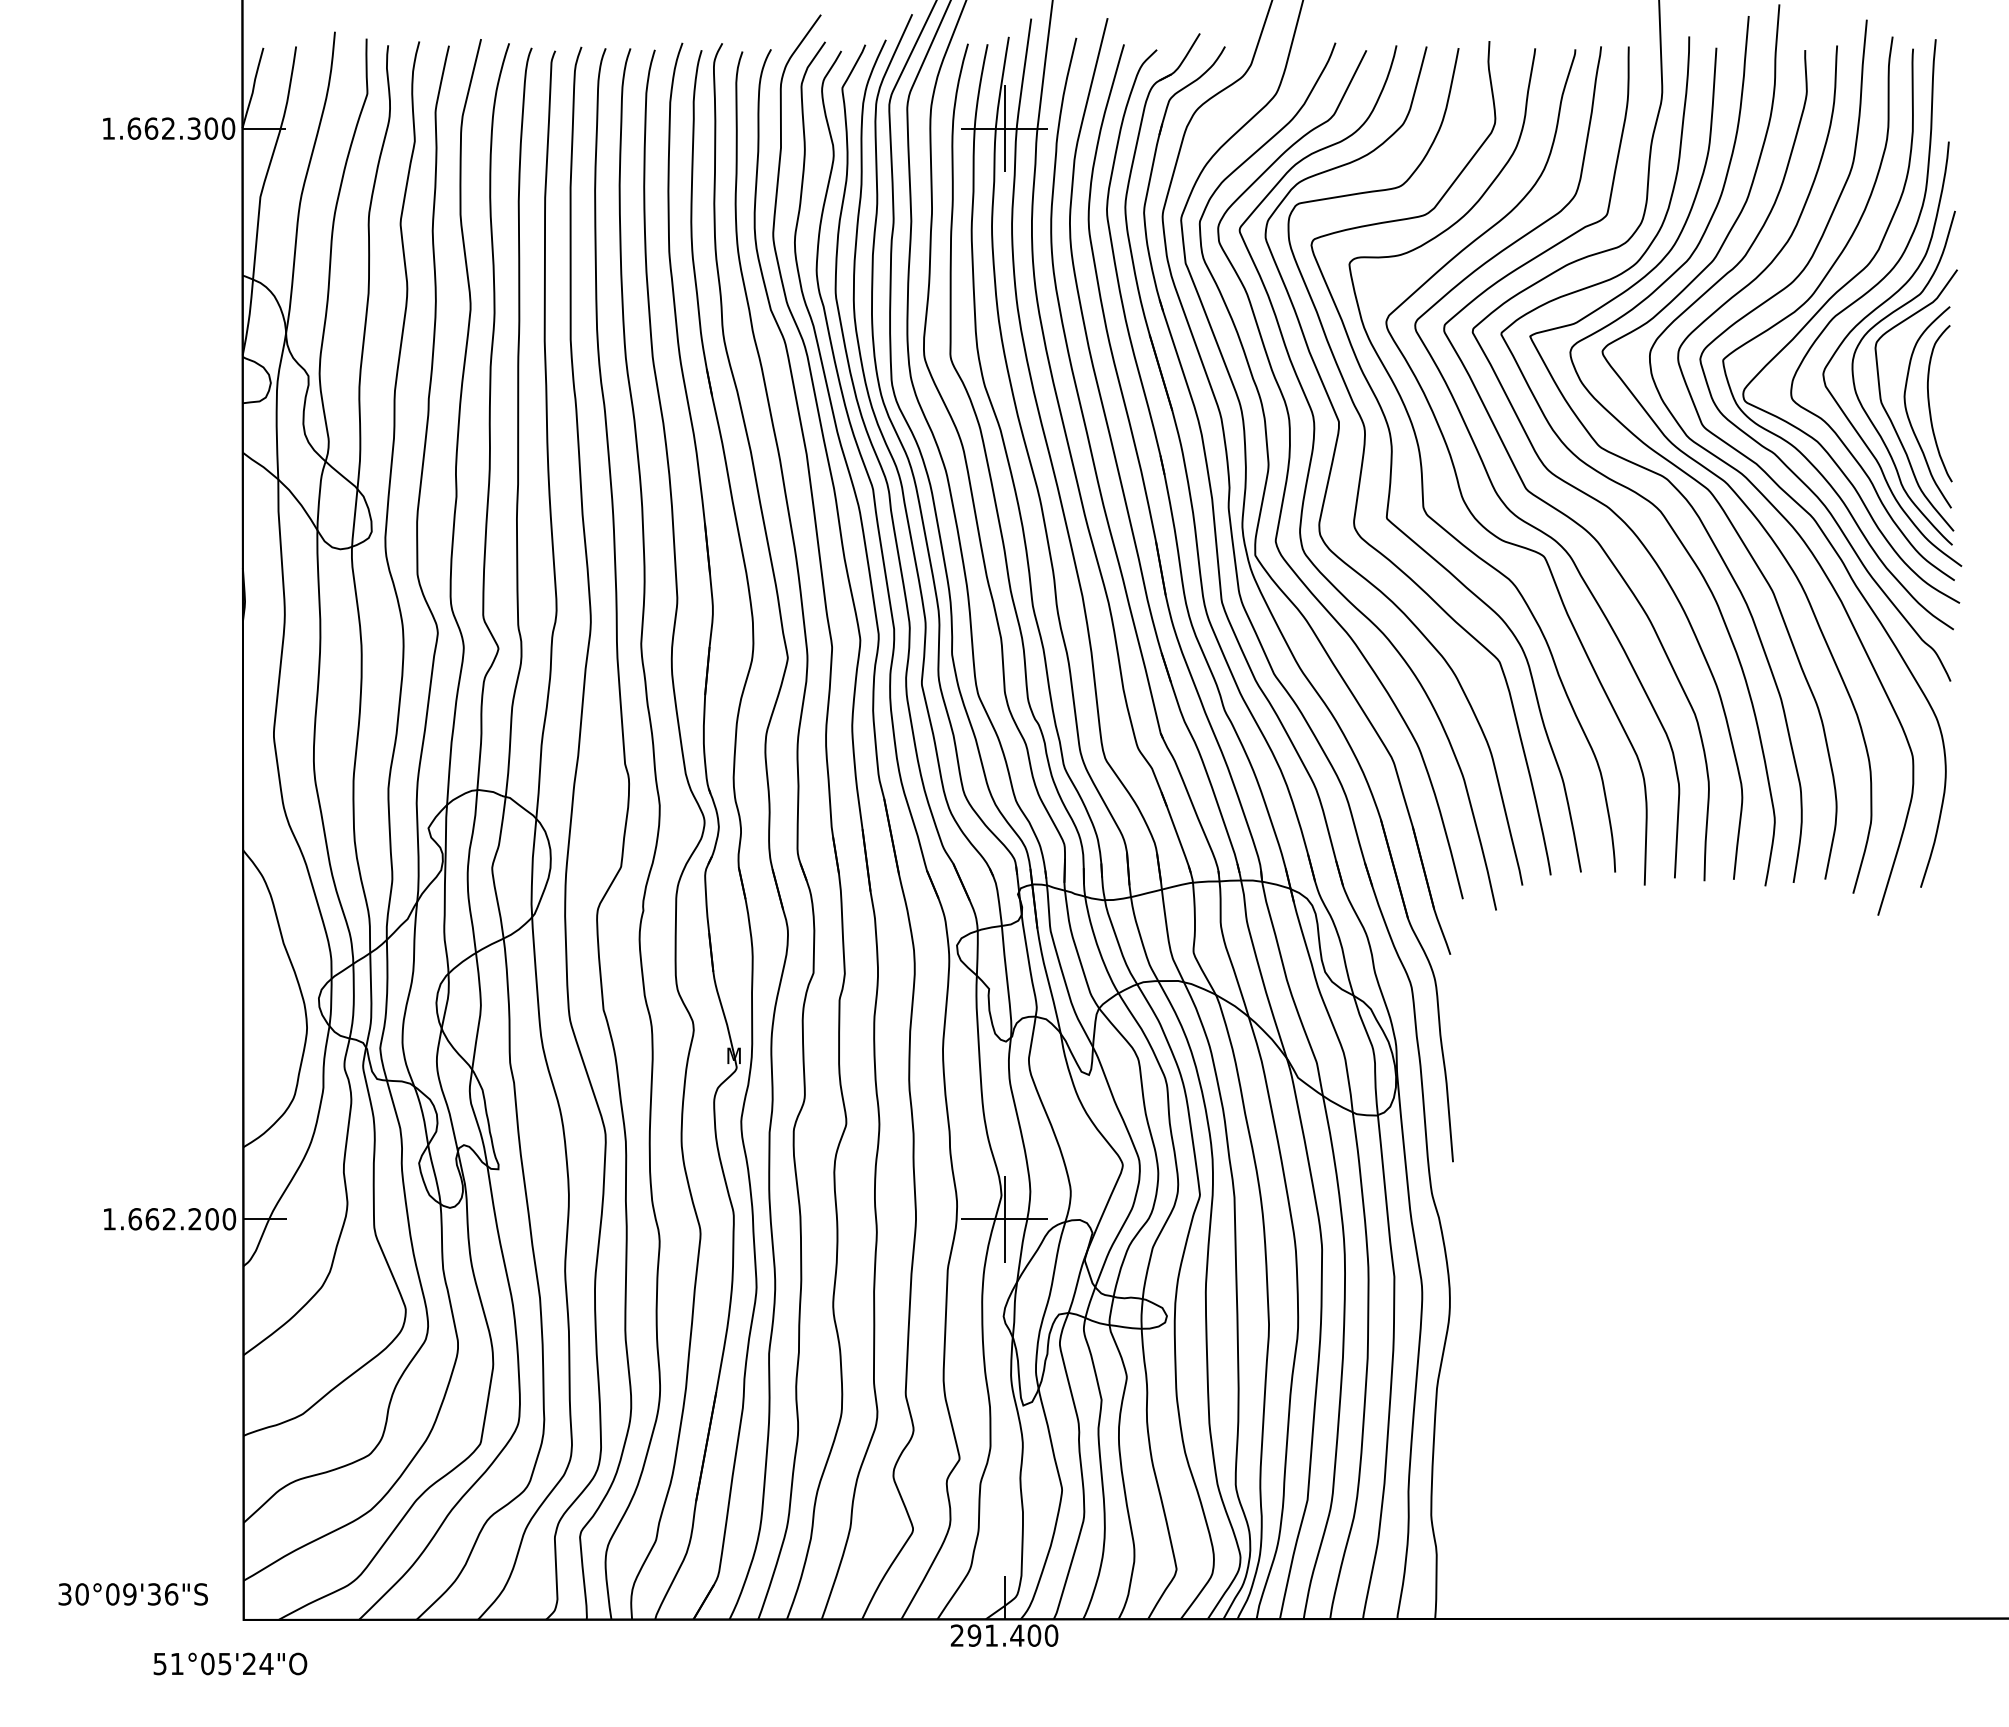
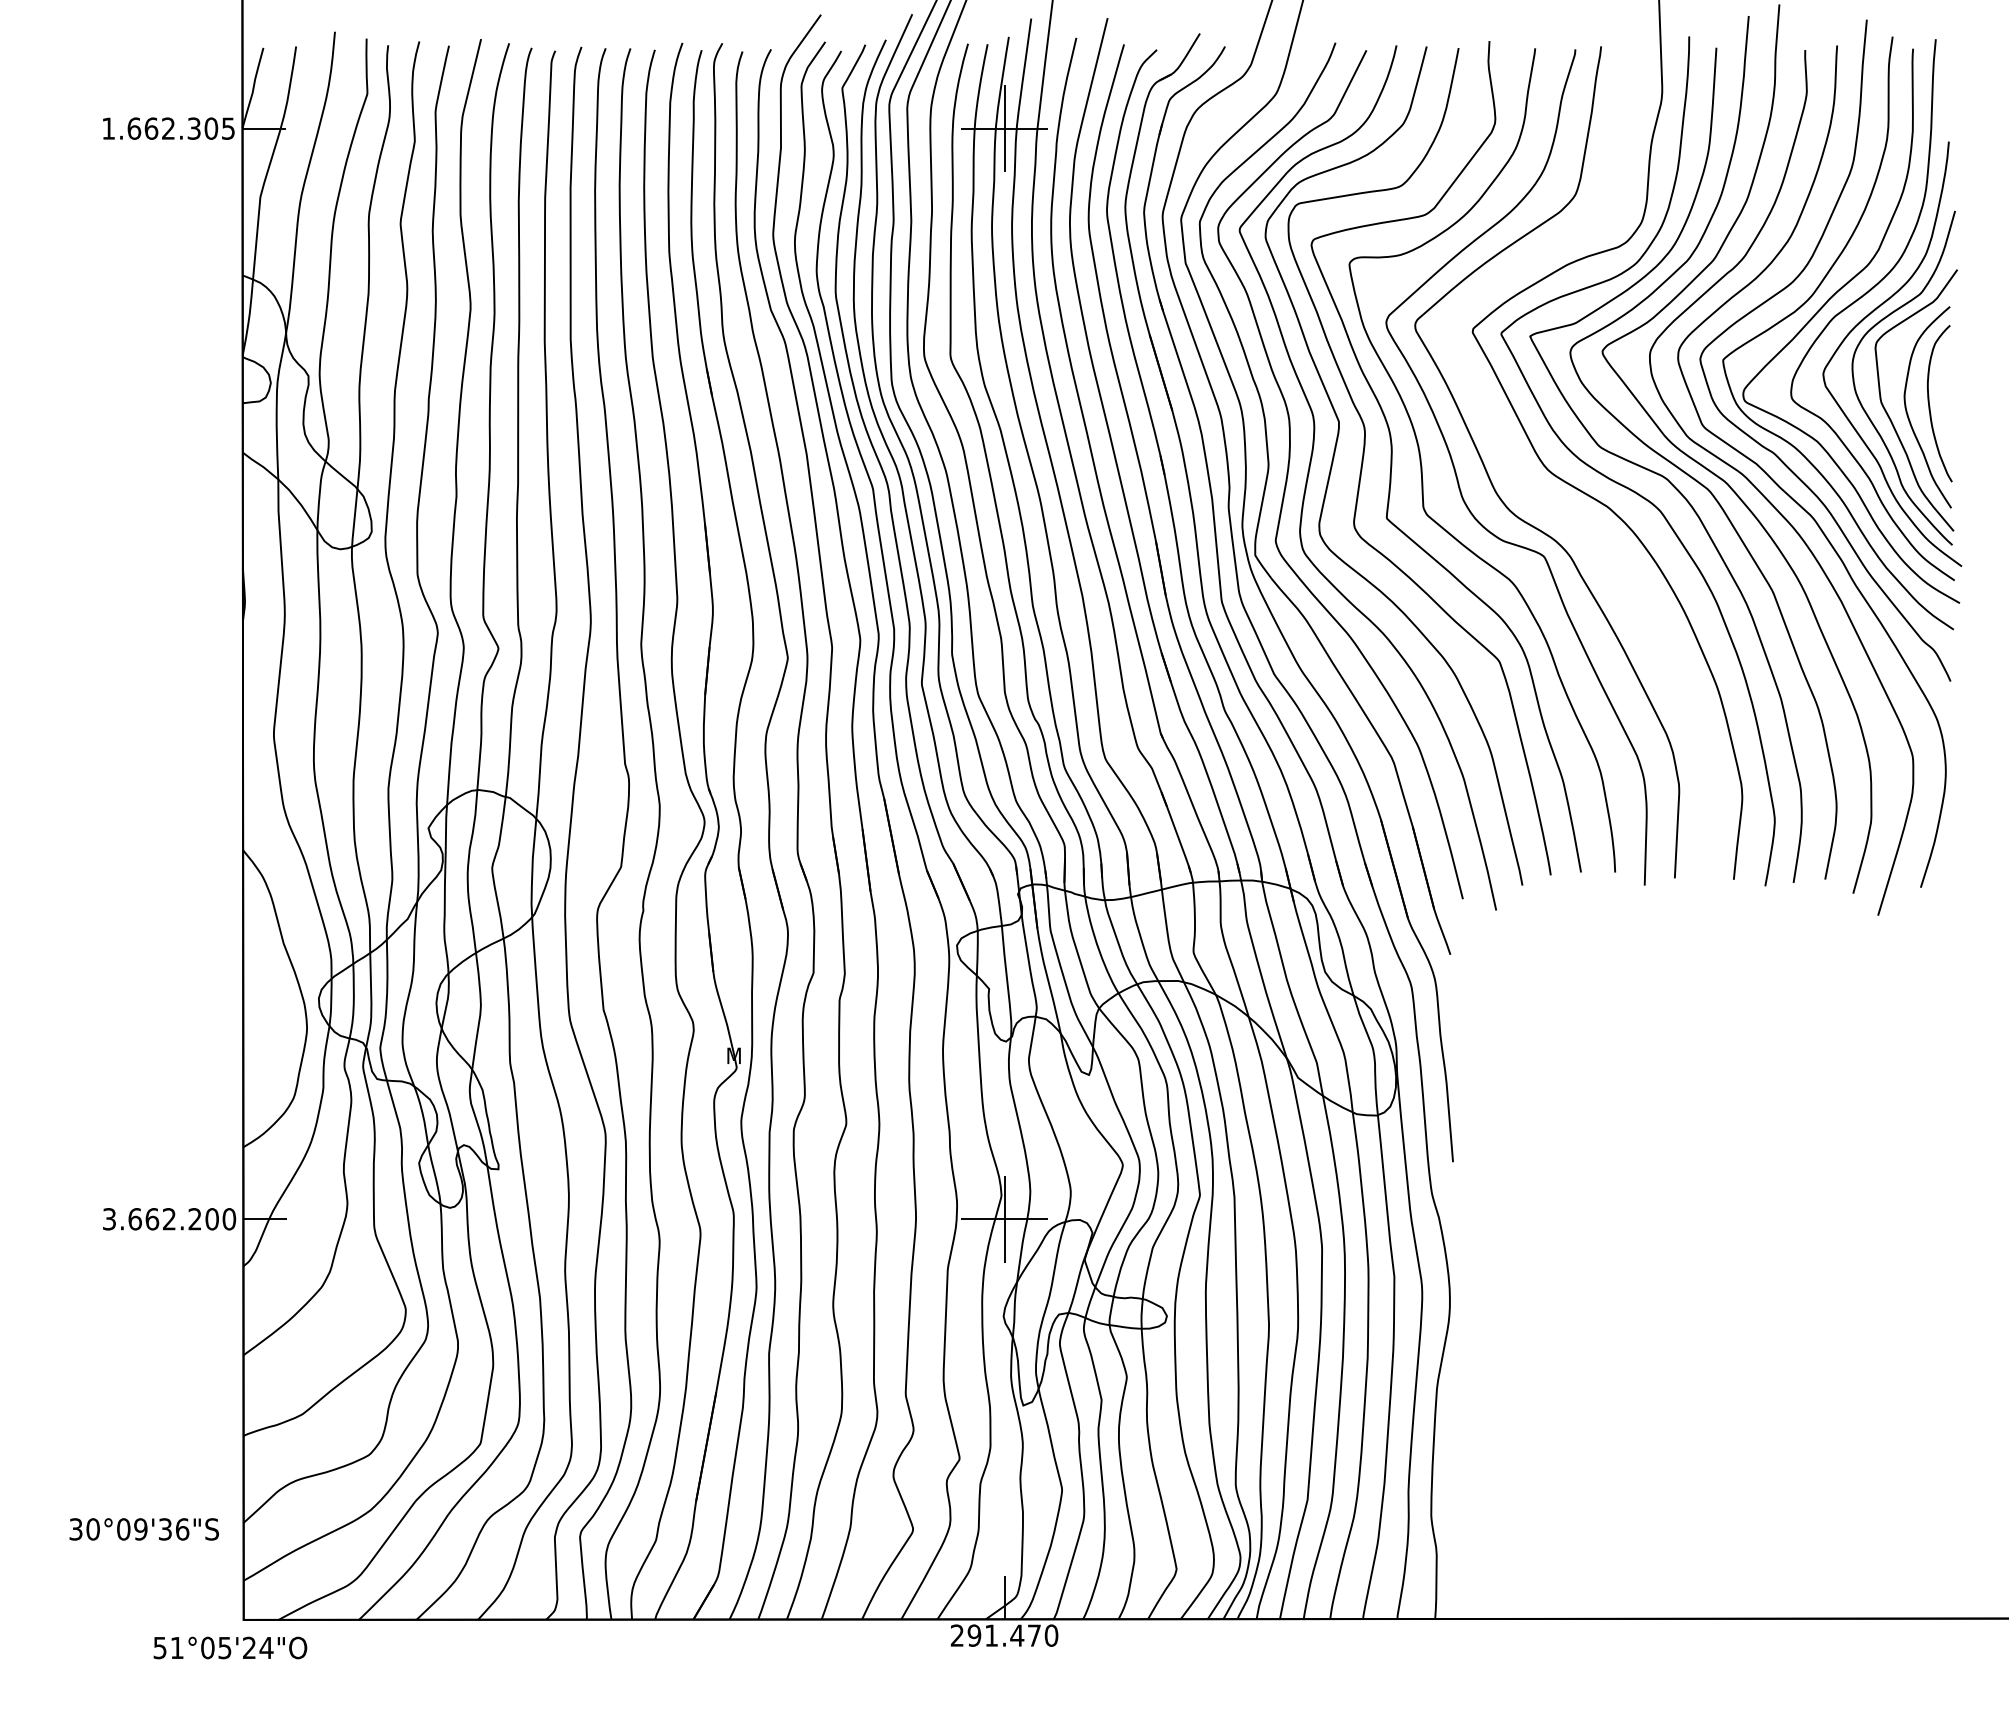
text at (228, 128): 1.662.300 -> 1.662.305
curve at (1549, 503): present -> none
text at (109, 1219): 1.662.200 -> 3.662.200
text at (132, 1594) position: (132, 1594) -> (143, 1529)
text at (1034, 1635): 291.400 -> 291.470
text at (230, 1663) position: (230, 1663) -> (230, 1647)
